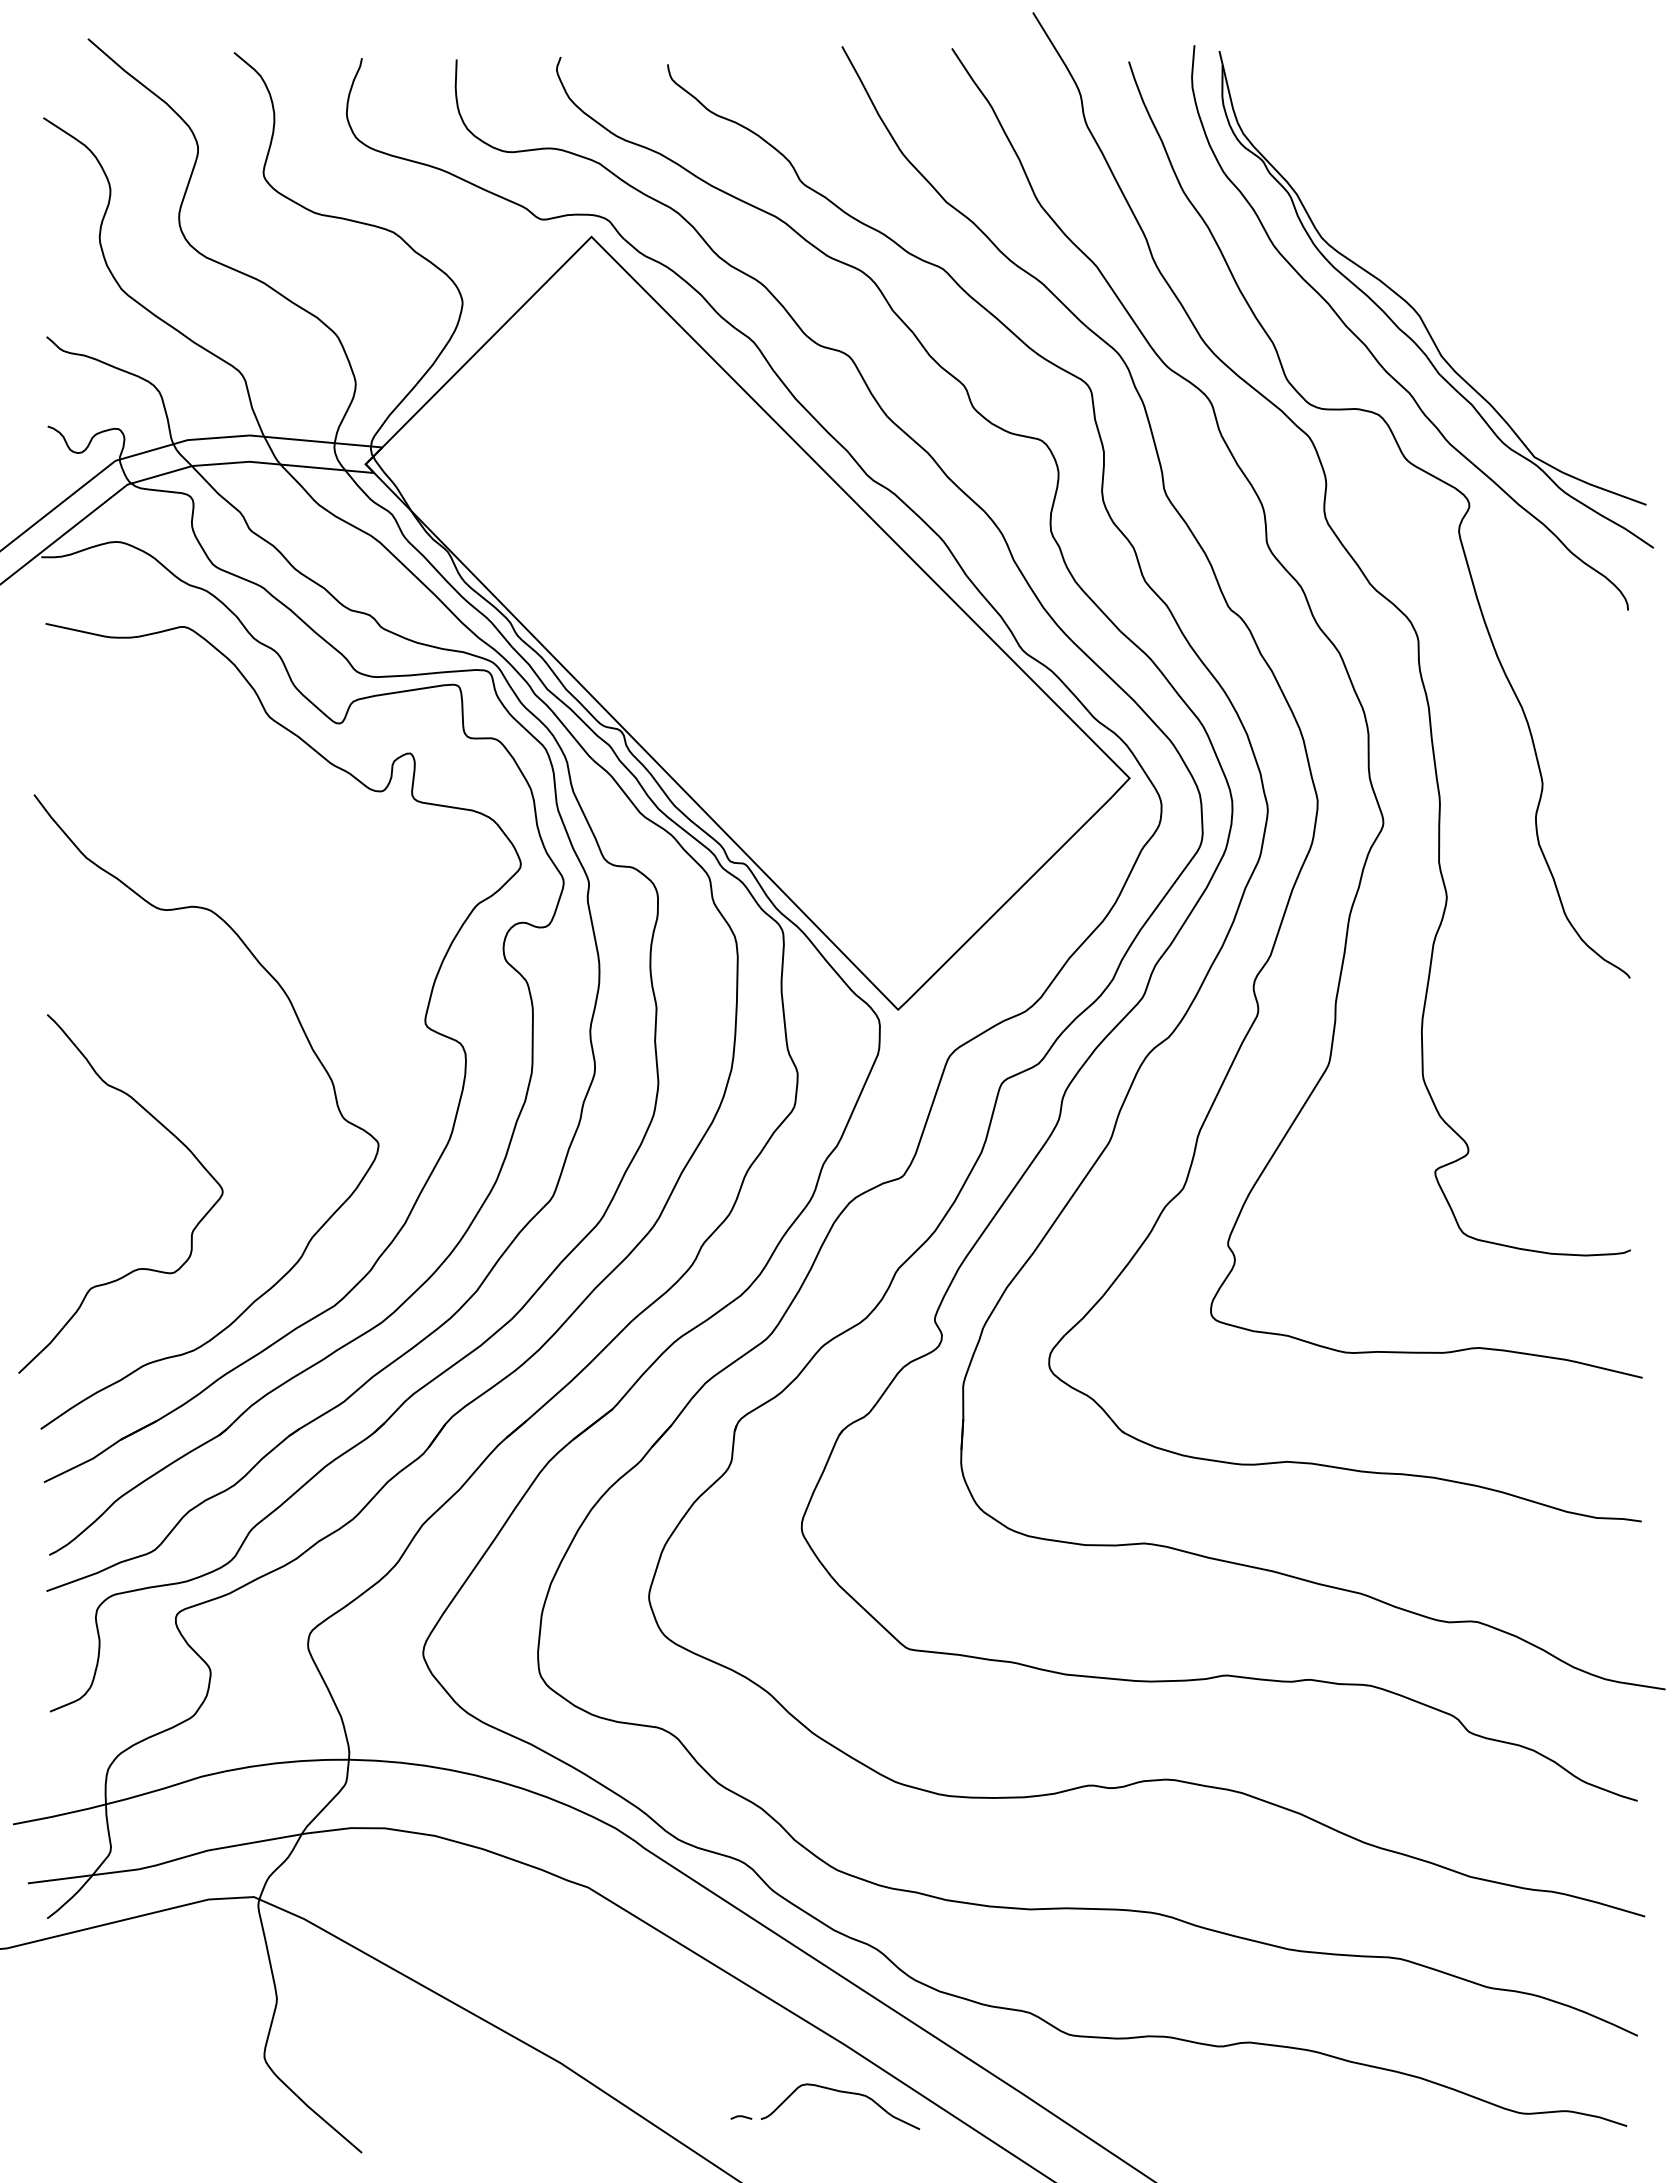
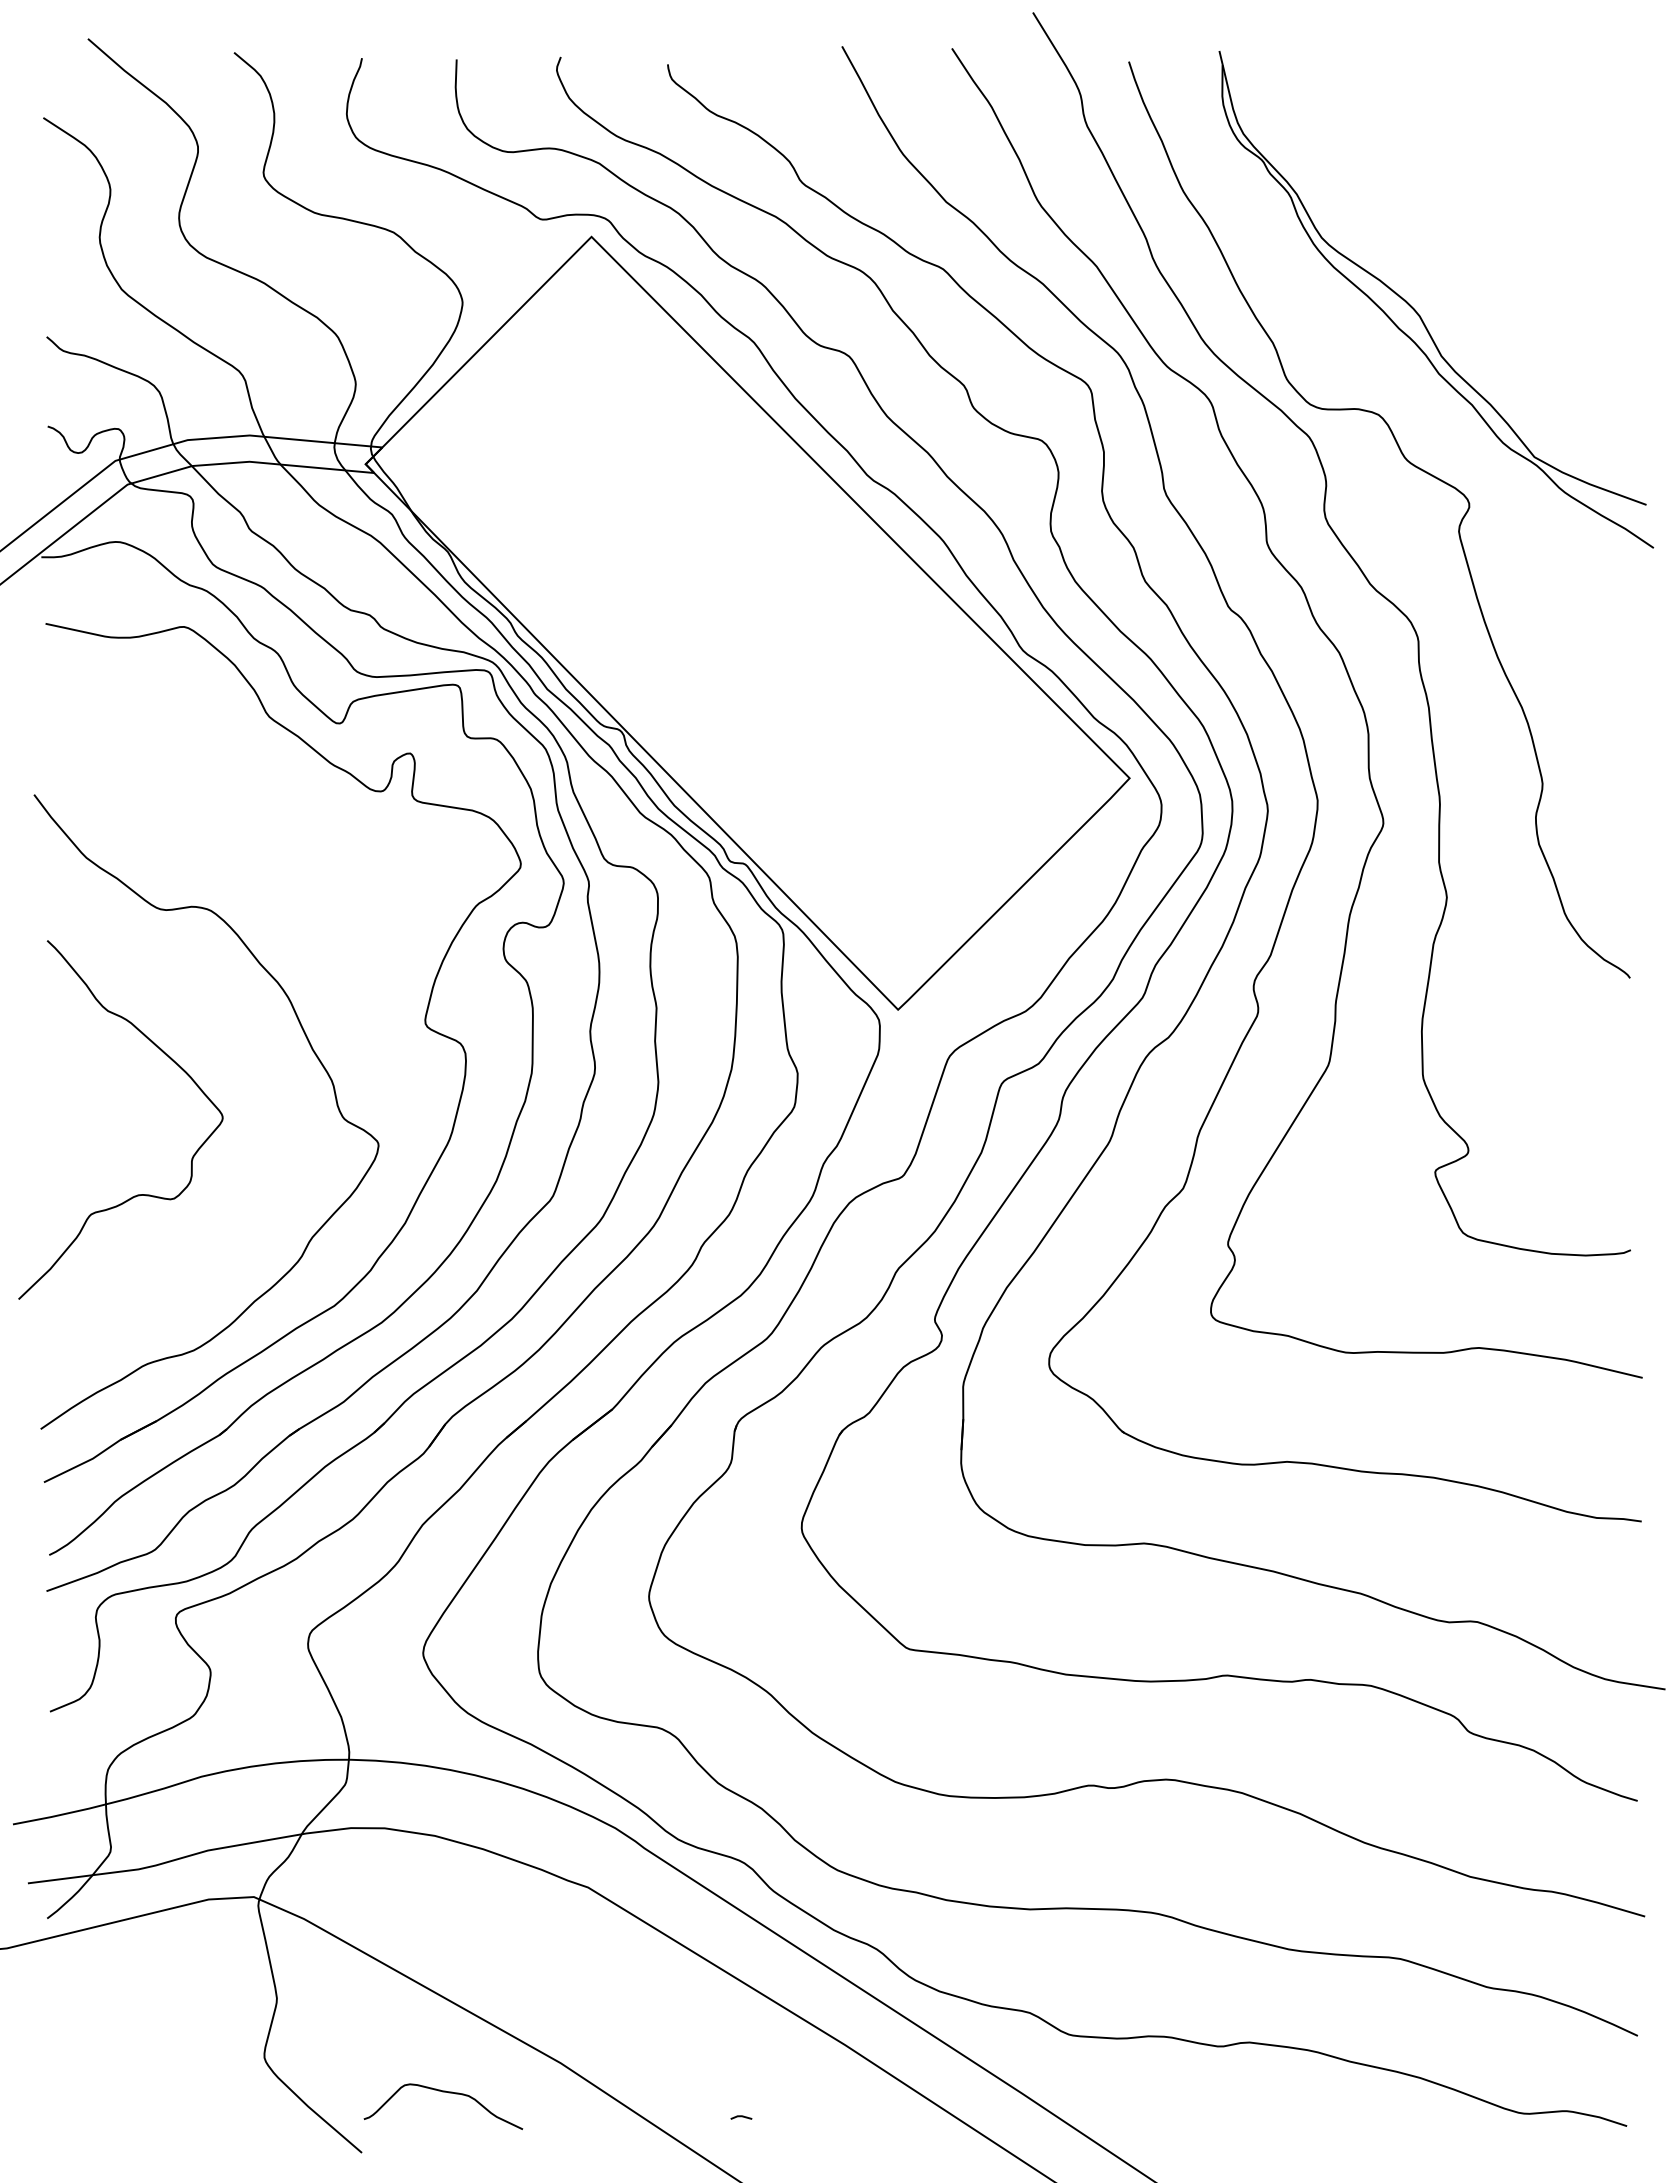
curve at (1374, 355): present -> none
curve at (137, 1268) position: (137, 1268) -> (137, 1194)
curve at (845, 2093) position: (845, 2093) -> (448, 2093)
